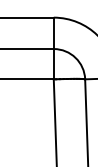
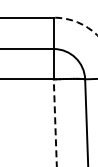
arc at (76, 22): solid -> dashed
line at (55, 123): solid -> dashed
